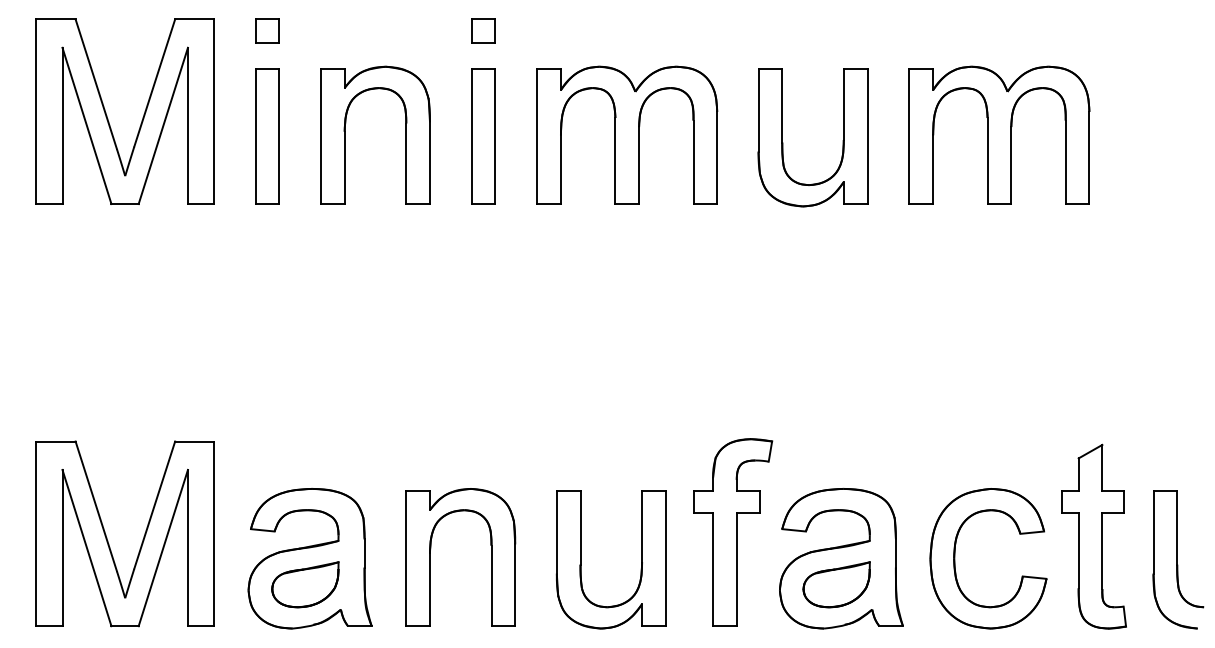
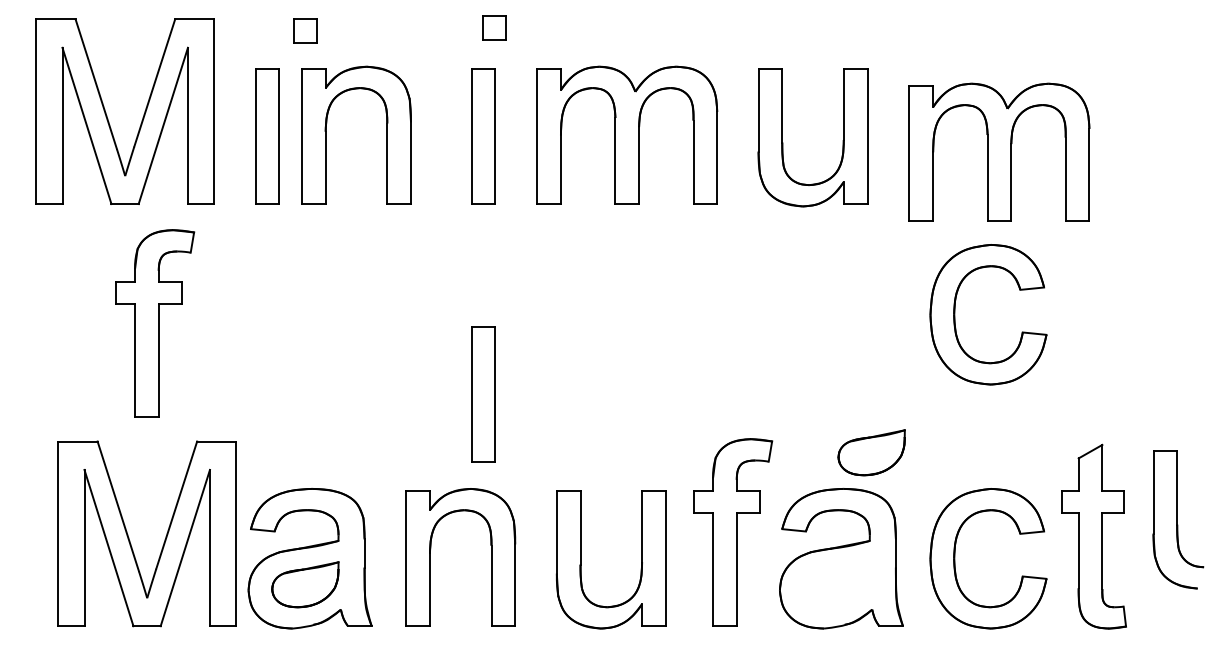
part at (267, 30) position: (267, 30) -> (305, 30)
part at (483, 30) position: (483, 30) -> (494, 27)
part at (345, 134) position: (345, 134) -> (326, 134)
part at (999, 134) position: (999, 134) -> (999, 151)
part at (955, 314): none -> present
part at (155, 323): none -> present
part at (483, 394): none -> present
part at (107, 537) position: (107, 537) -> (129, 537)
part at (1178, 559) position: (1178, 559) -> (1178, 519)
part at (836, 584) position: (836, 584) -> (871, 452)
